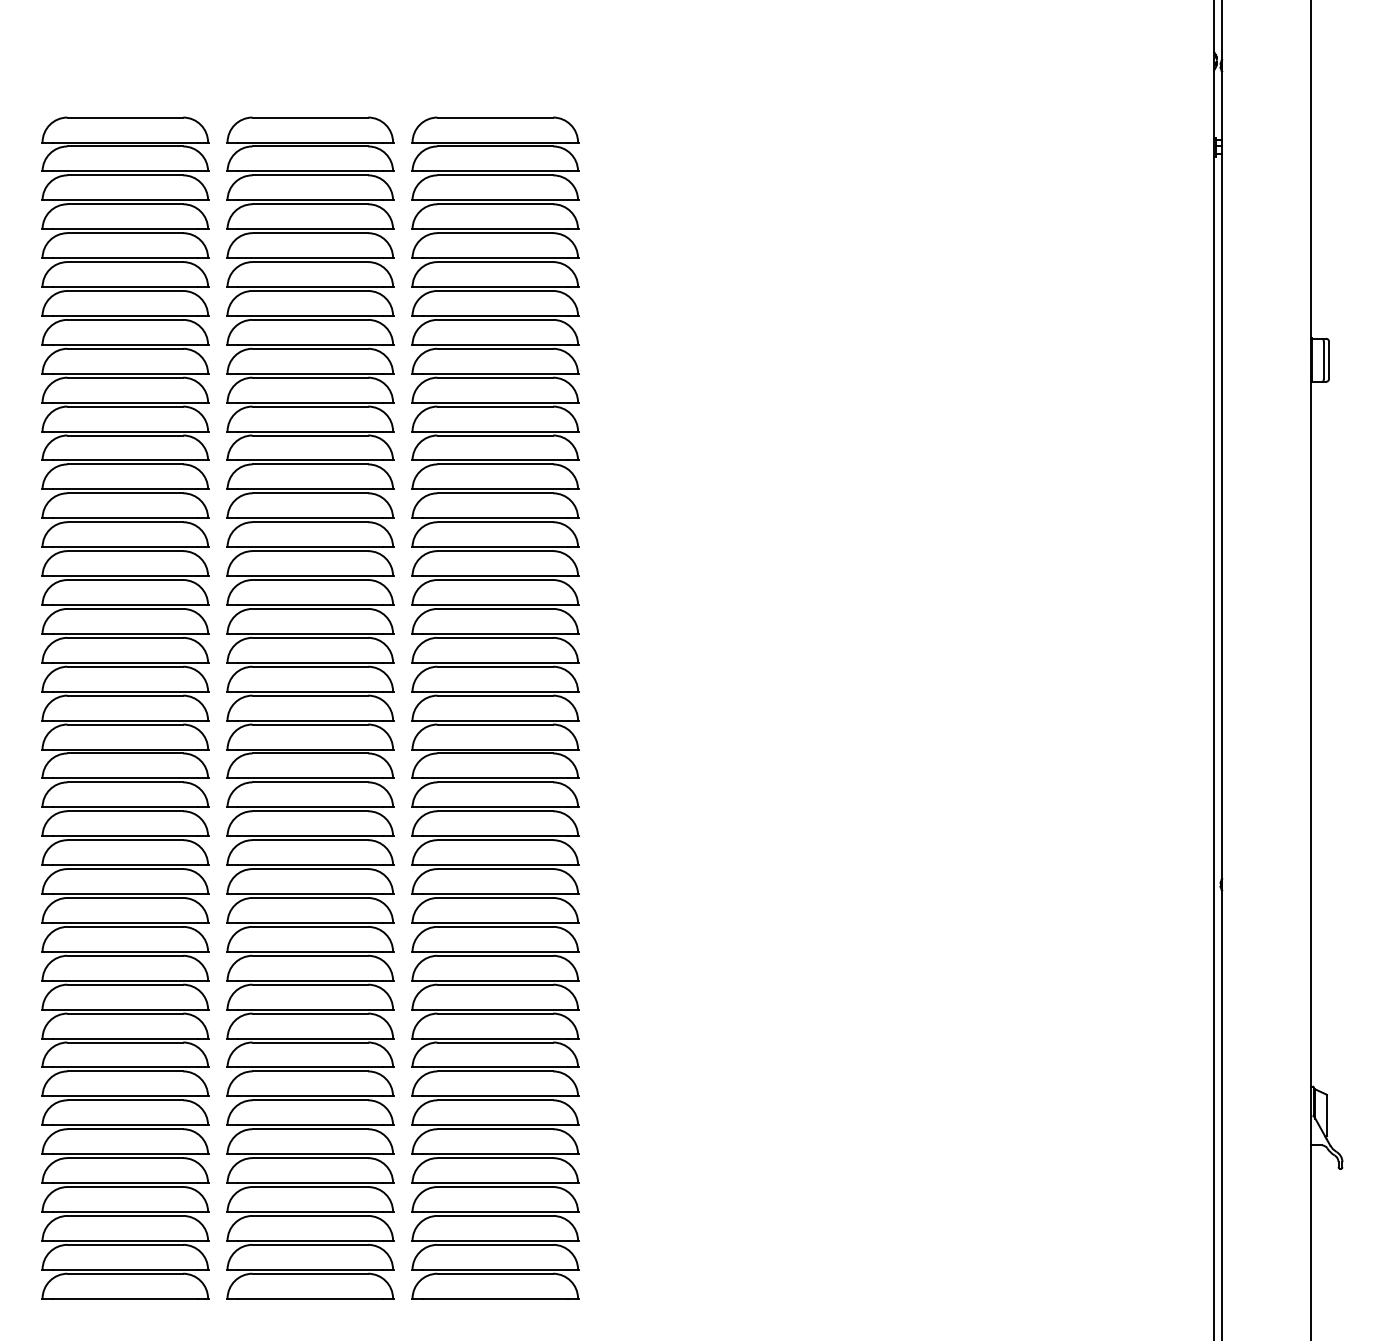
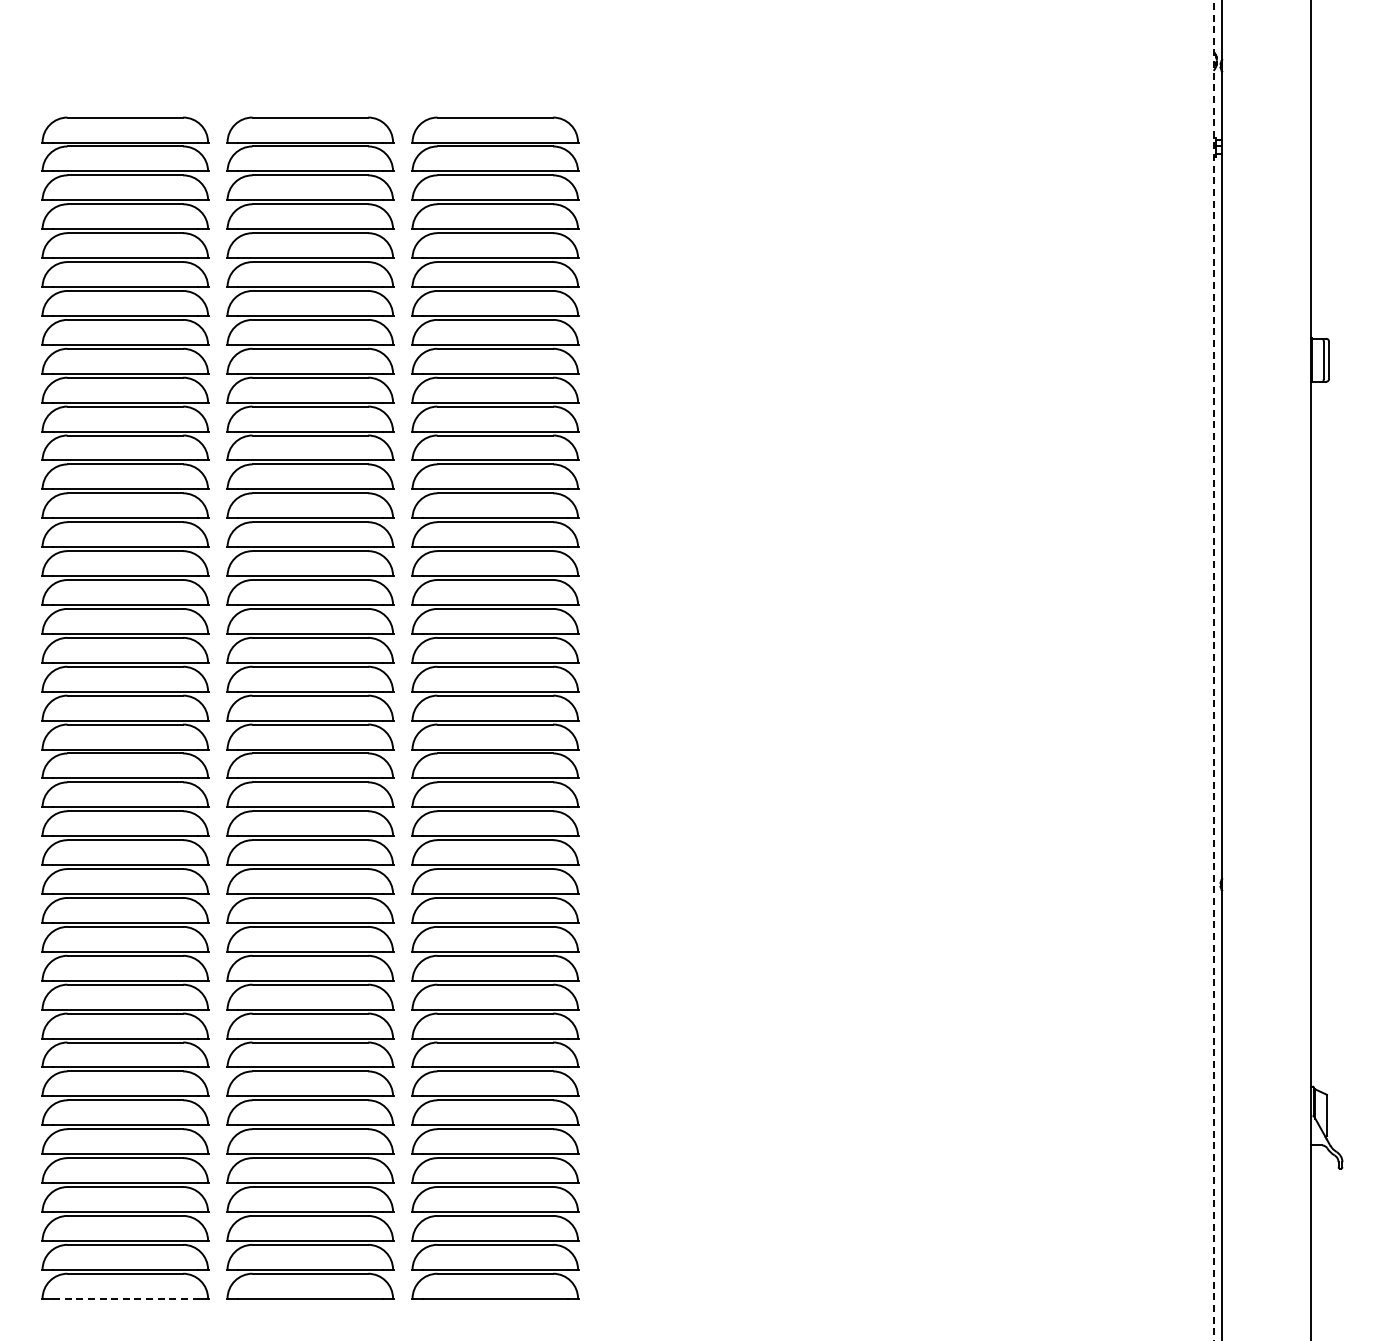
line at (1213, 670): solid -> dashed
line at (125, 1298): solid -> dashed
